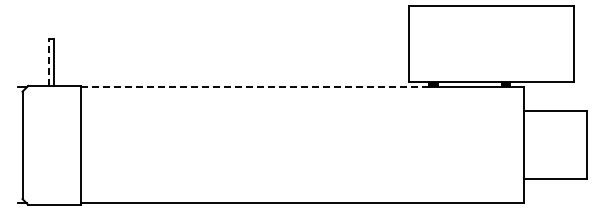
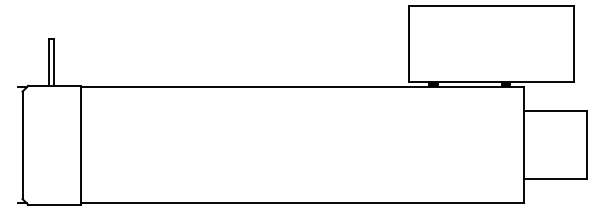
line at (48, 62): dashed -> solid
line at (255, 87): dashed -> solid
